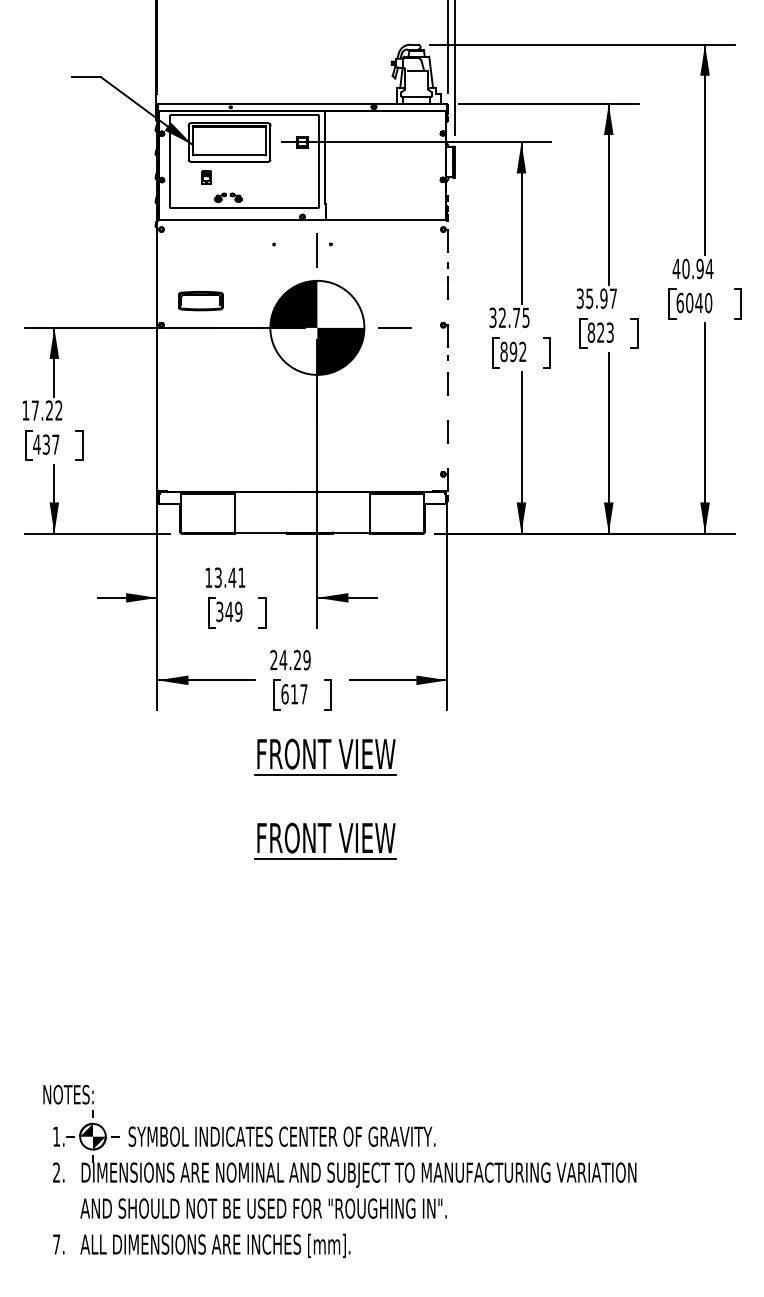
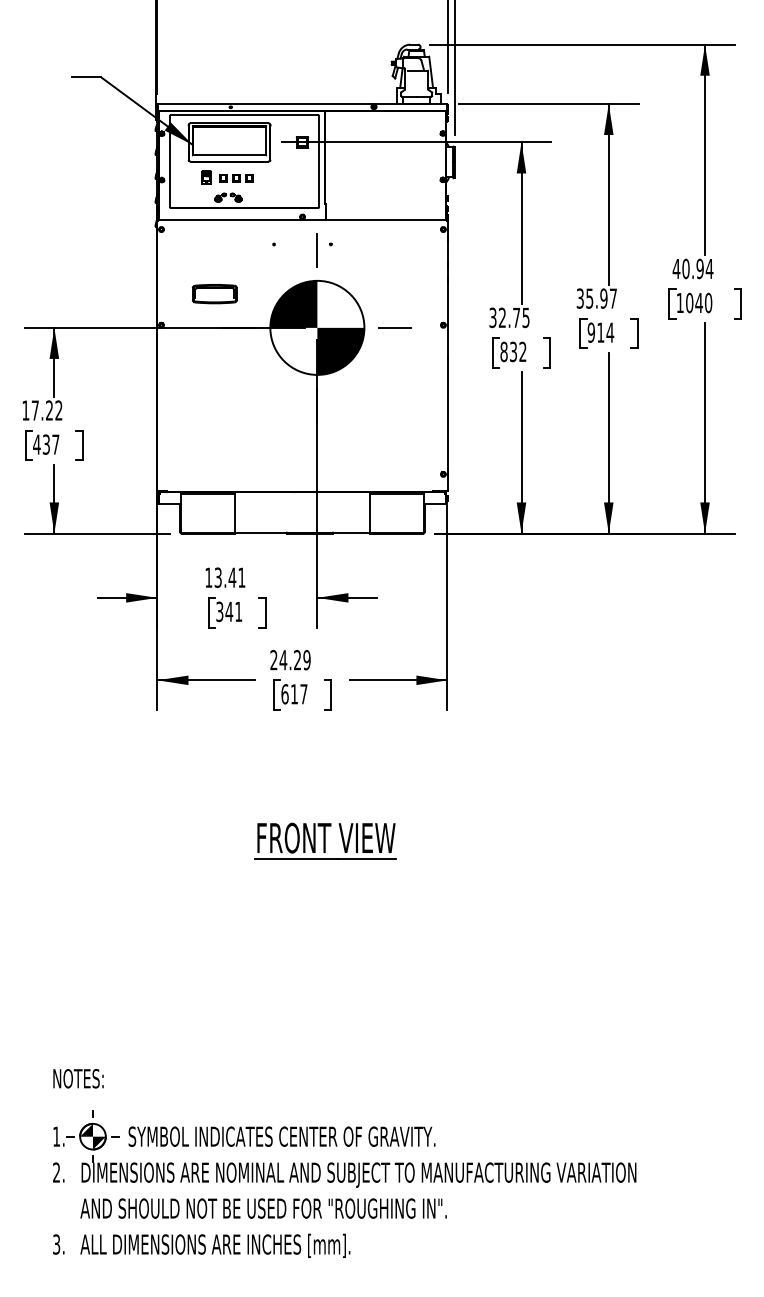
part at (236, 178): none -> present
part at (200, 301) position: (200, 301) -> (214, 294)
text at (679, 302): 6040 -> 1040
text at (600, 332): 823 -> 914
text at (513, 351): 892 -> 832
line at (447, 355): dashed -> solid
text at (238, 611): 349 -> 341
part at (325, 756): present -> none
text at (68, 1094) position: (68, 1094) -> (78, 1078)
text at (56, 1244): 7. -> 3.
